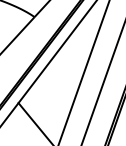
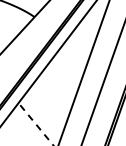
line at (36, 124): solid -> dashed
